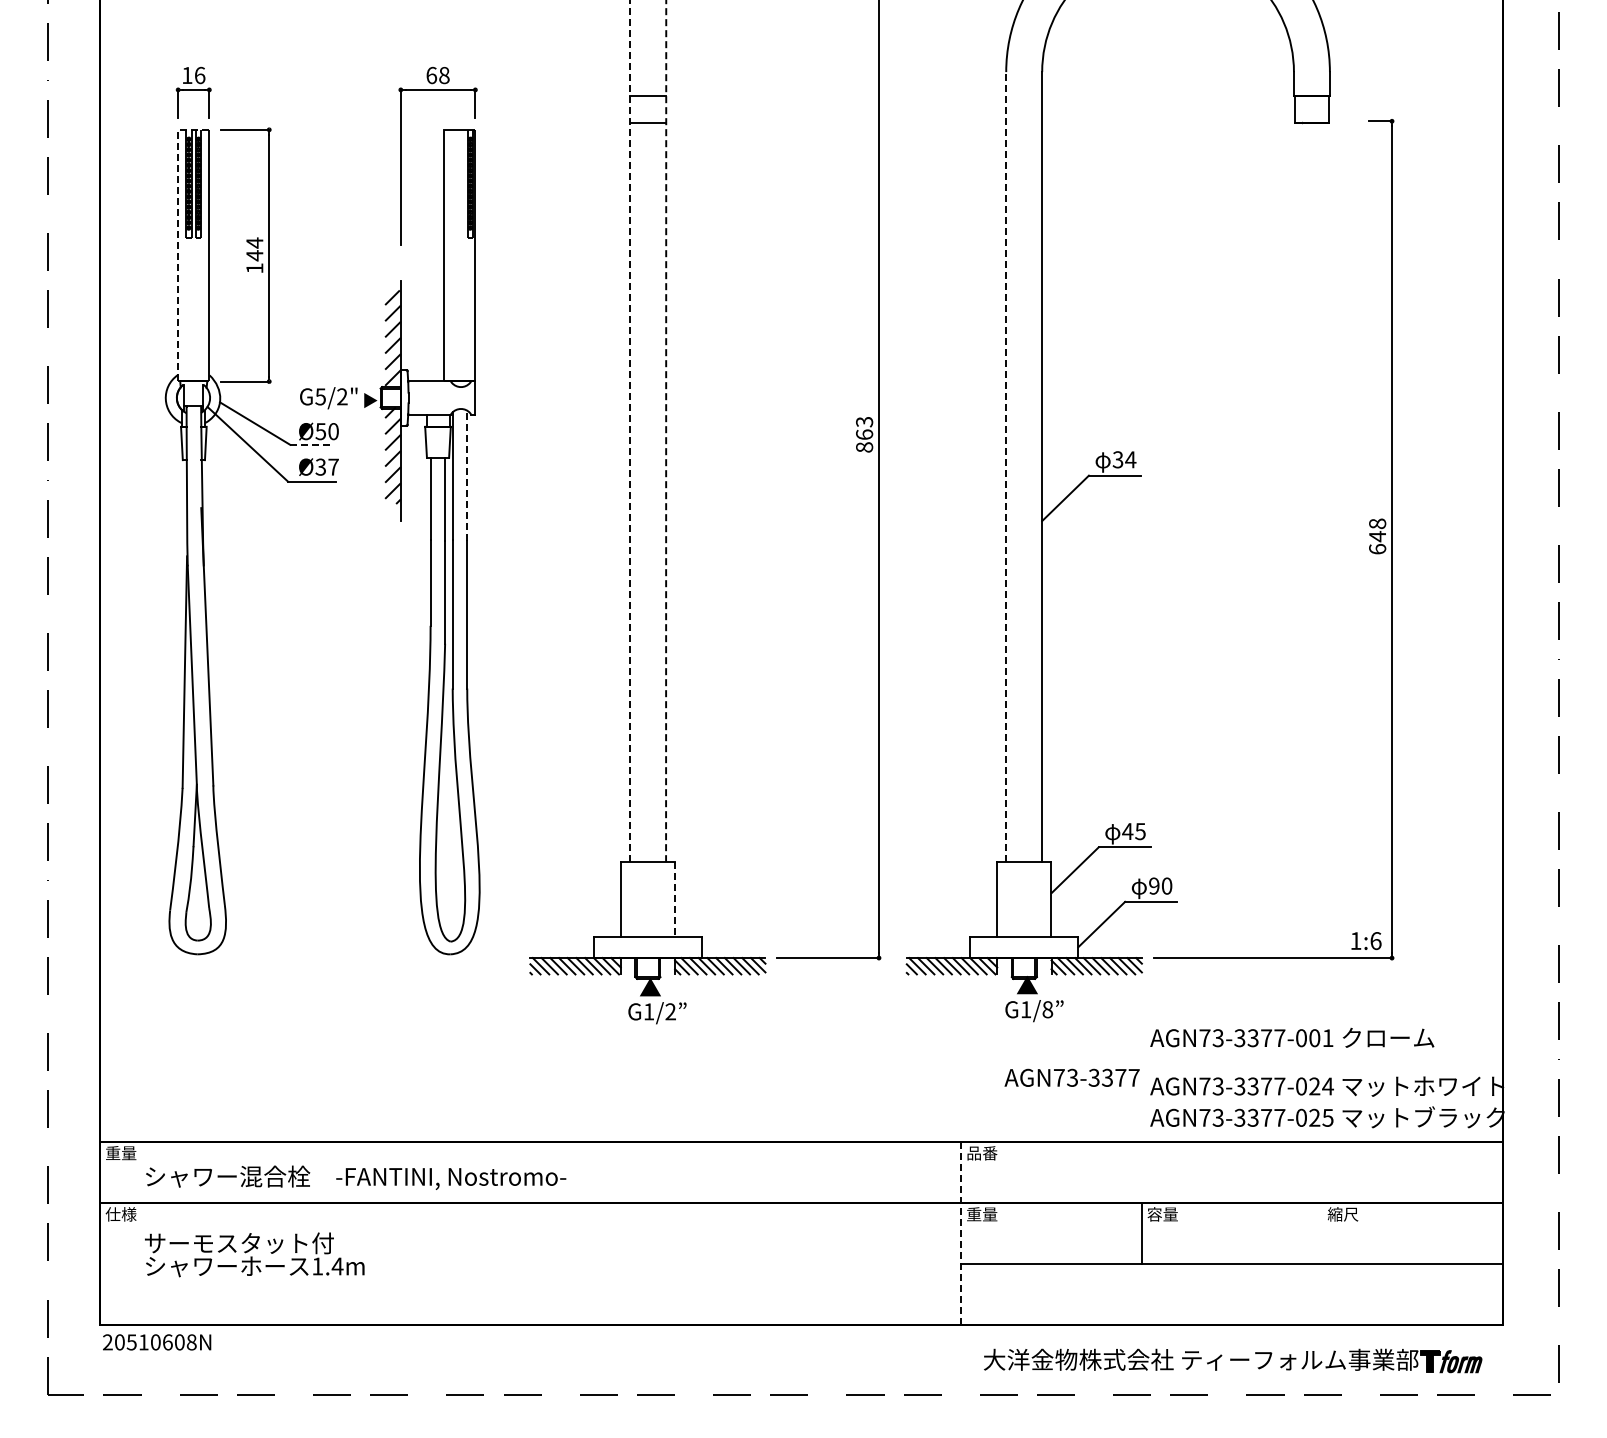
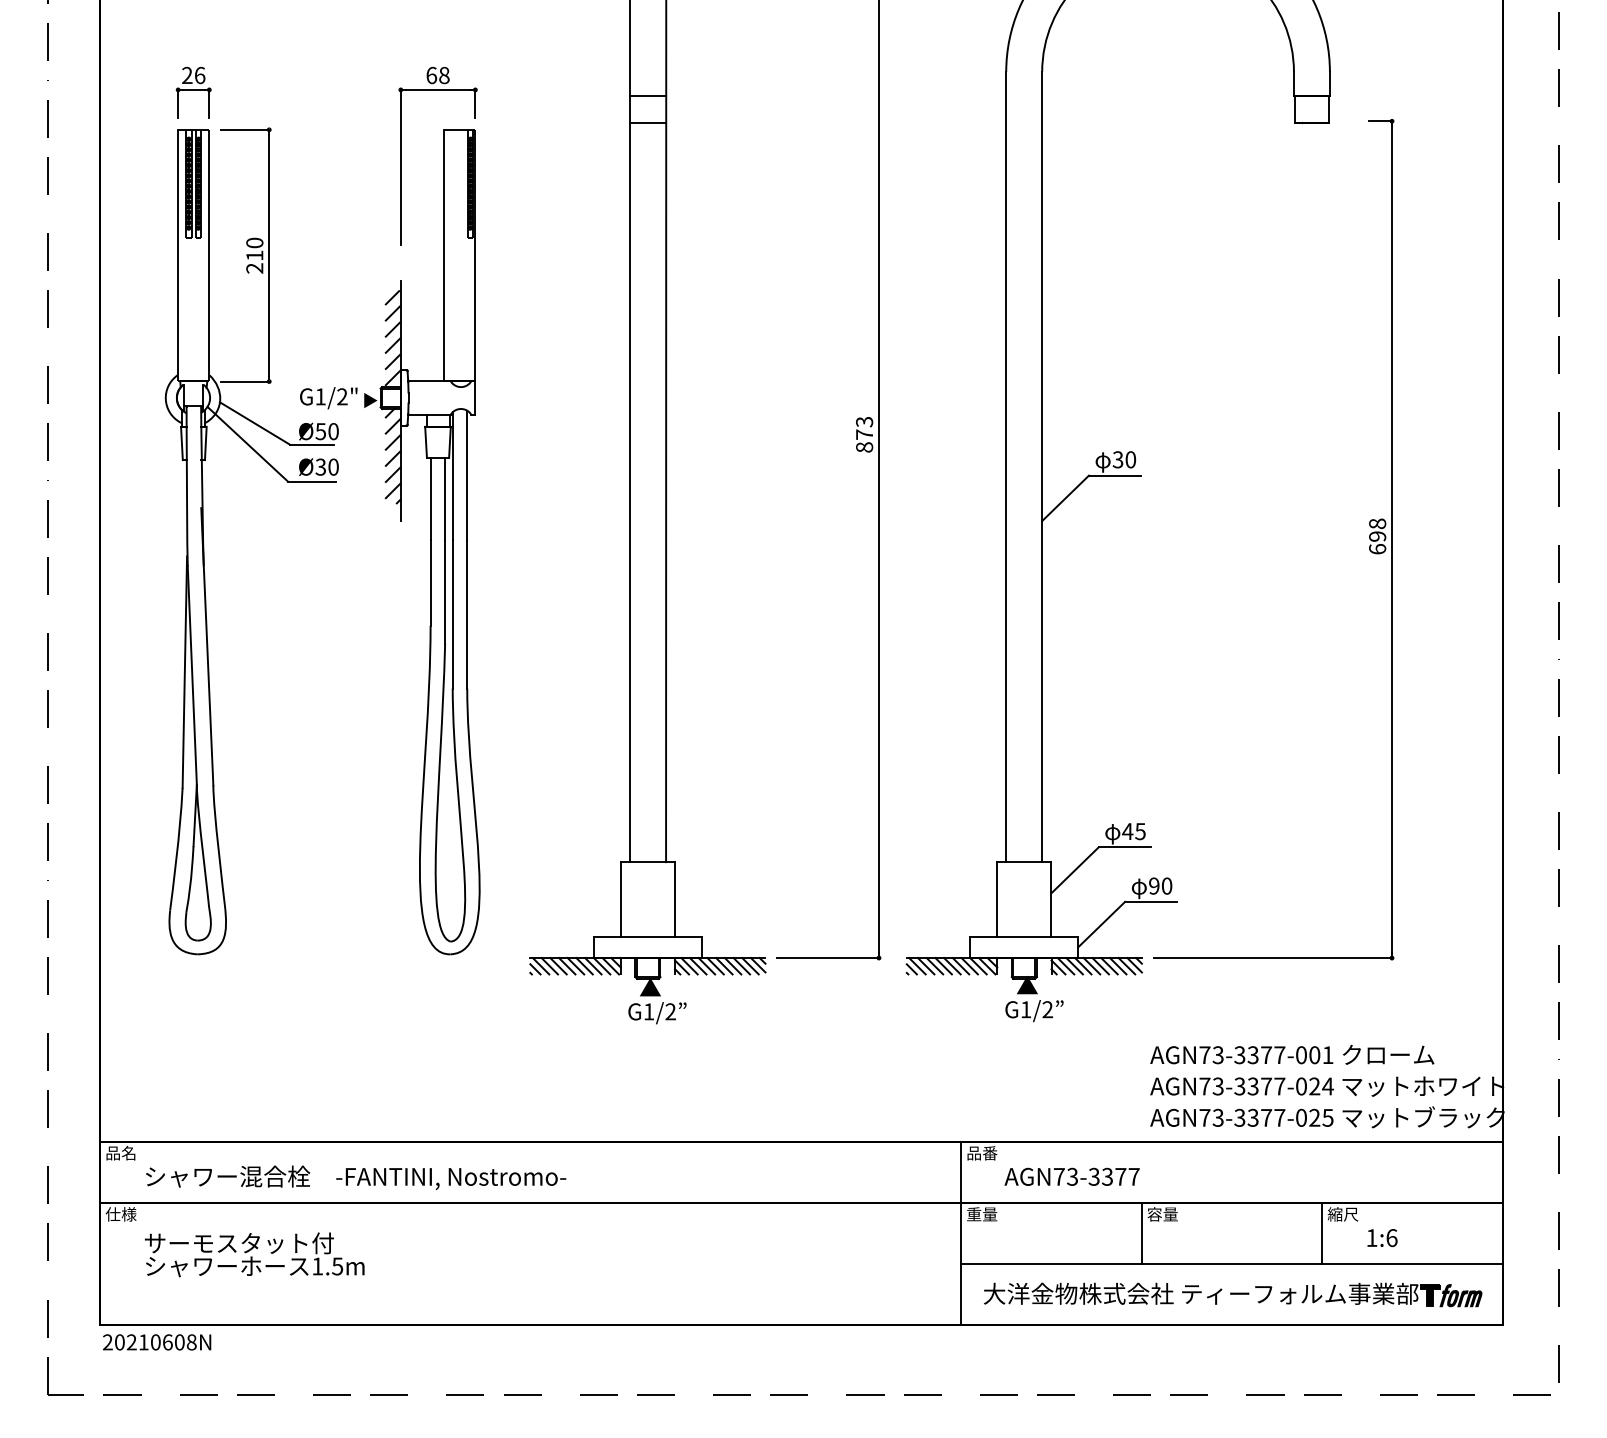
text at (187, 74): 16 -> 26
line at (178, 238): dashed -> solid
text at (254, 255): 144 -> 210
text at (320, 396): G5/2" -> G1/2"
line at (630, 431): dashed -> solid
line at (666, 431): dashed -> solid
text at (864, 434): 863 -> 873
line at (312, 444): dashed -> solid
text at (1130, 459): 34 -> 30
text at (333, 466): Ø37 -> Ø30
line at (1006, 466): dashed -> solid
line at (467, 475): dashed -> solid
text at (1377, 536): 648 -> 698
line at (674, 899): dashed -> solid
text at (1366, 941) position: (1366, 941) -> (1382, 1238)
text at (1047, 1009): G1/8 -> G1/2
text at (1292, 1037) position: (1292, 1037) -> (1292, 1054)
text at (1071, 1077) position: (1071, 1077) -> (1071, 1176)
text at (121, 1152): 重量 -> 品名
line at (1322, 1232): none -> present
line at (961, 1233): dashed -> solid
text at (337, 1266): 1.4m -> 1.5m
text at (131, 1342): 20510608N -> 20210608N
part at (1233, 1360) position: (1233, 1360) -> (1233, 1294)
